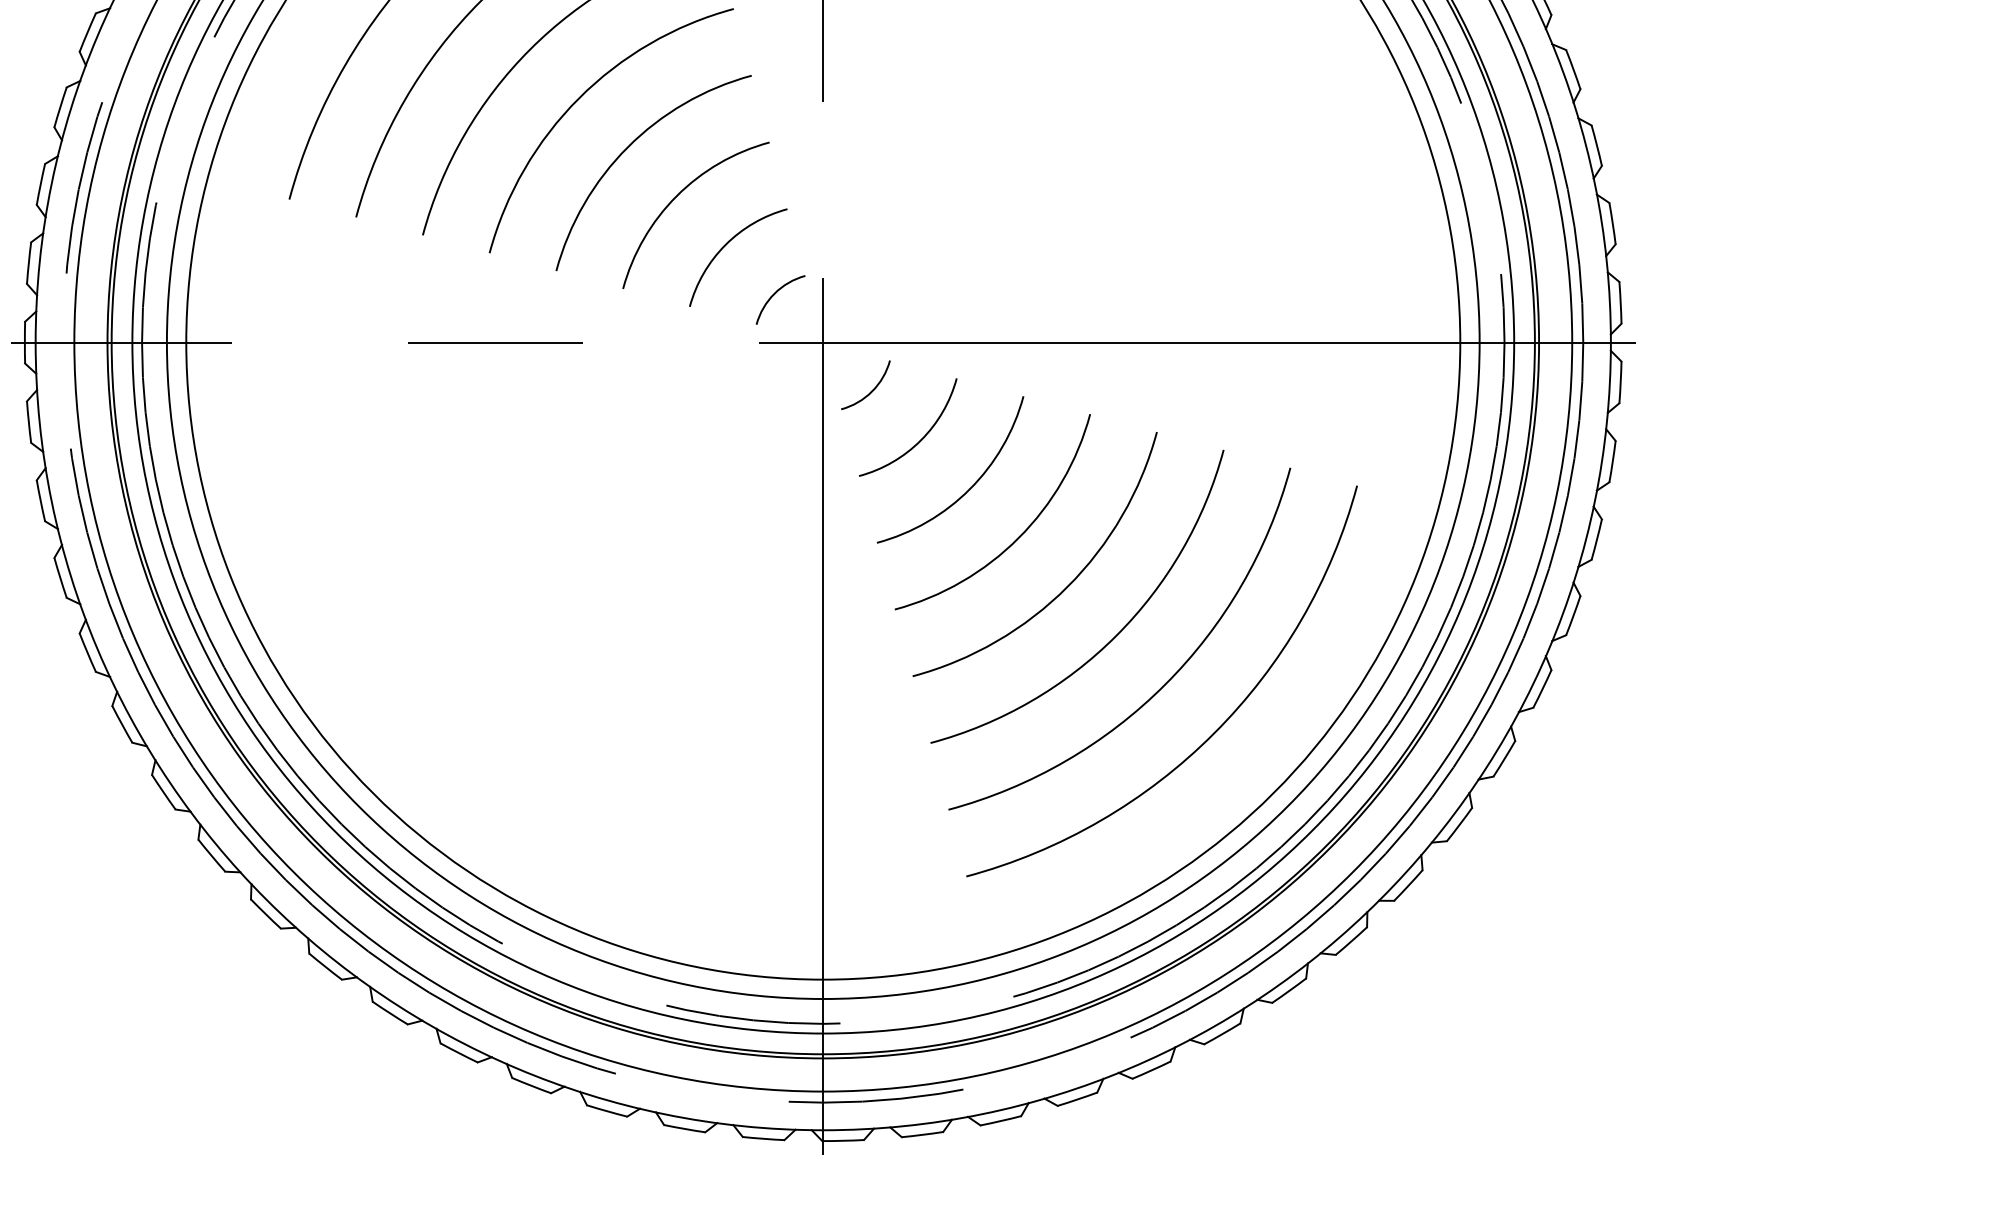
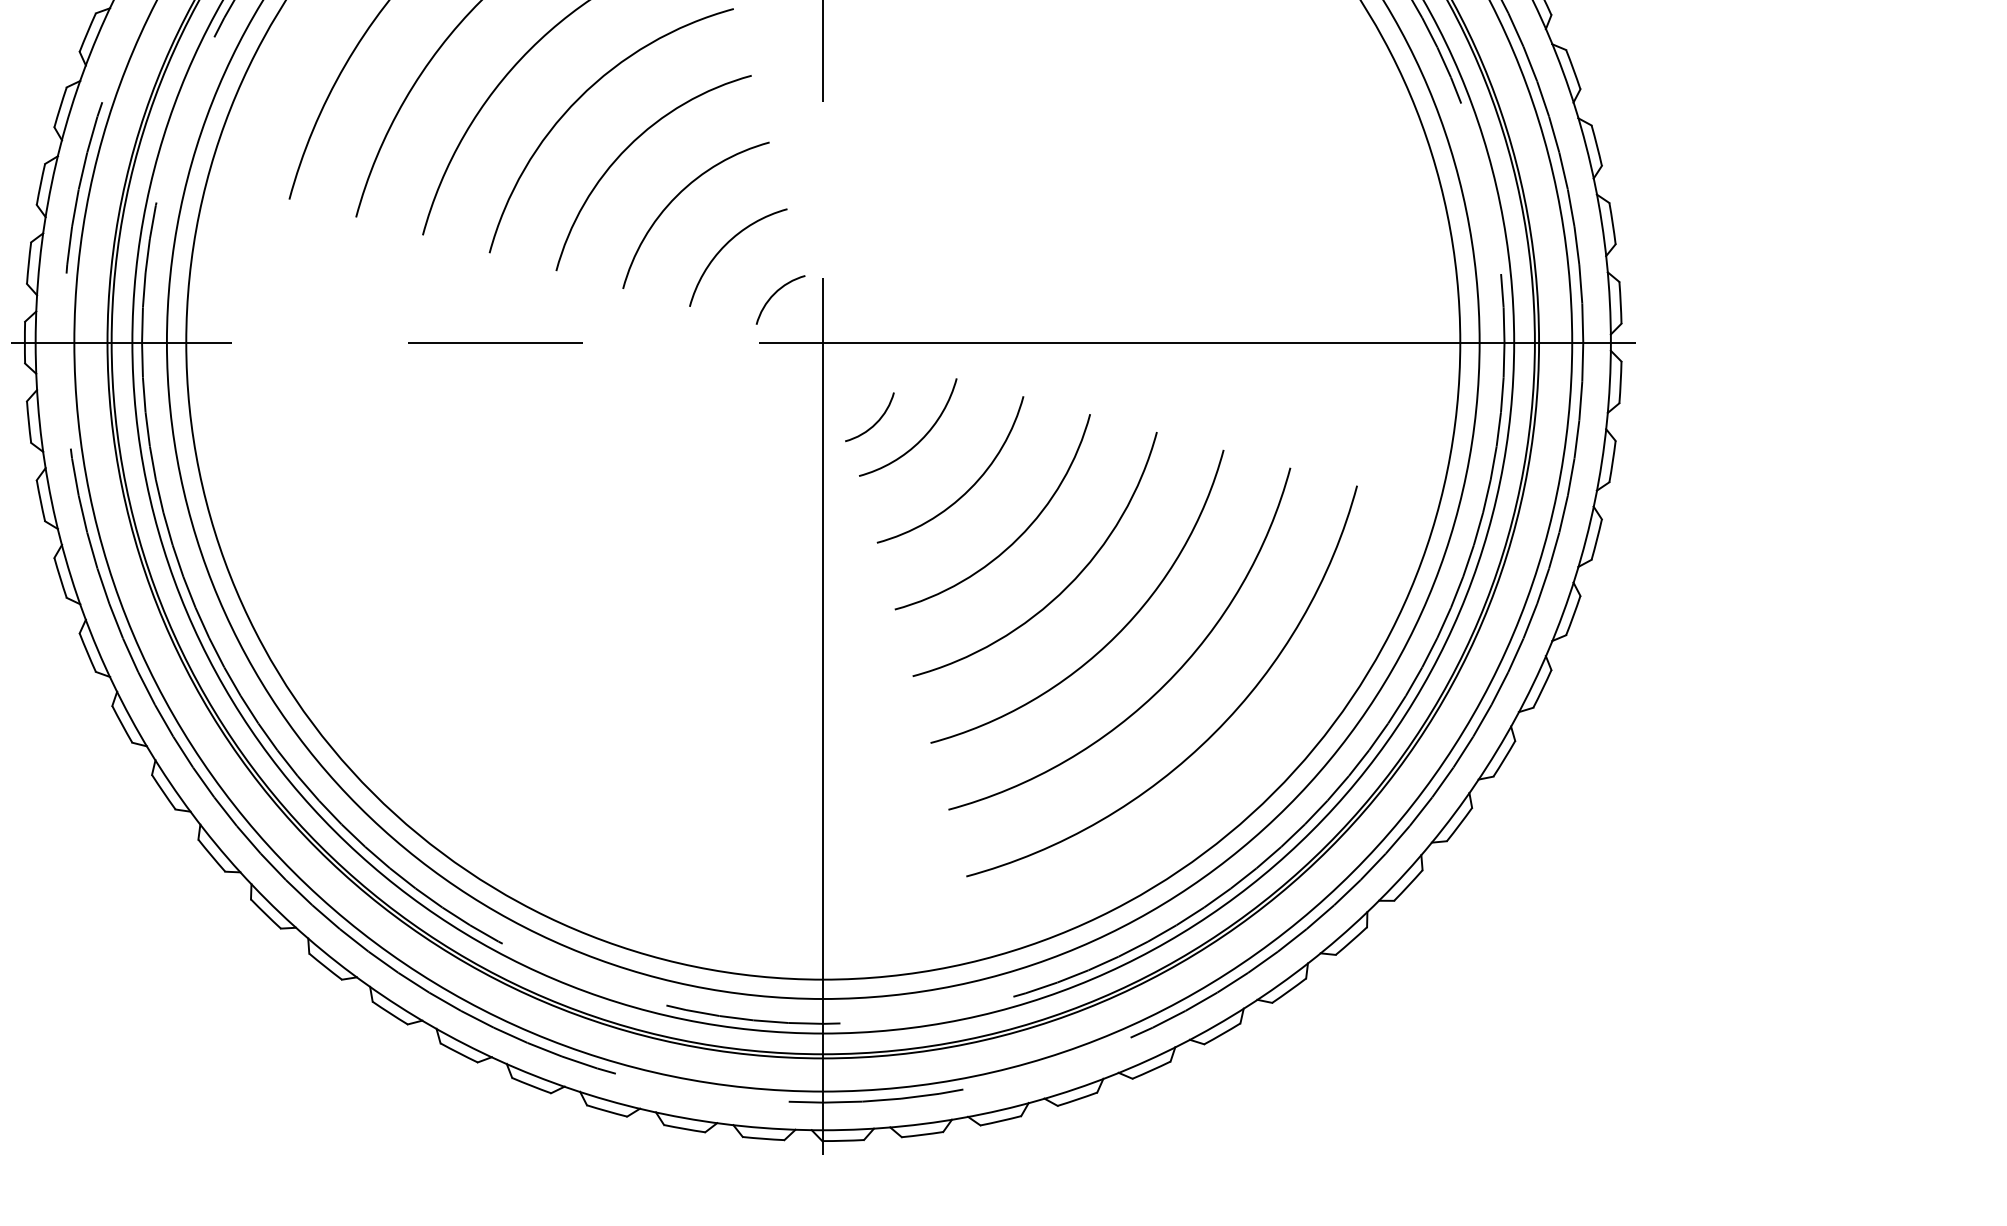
arc at (871, 390) position: (871, 390) -> (875, 422)
